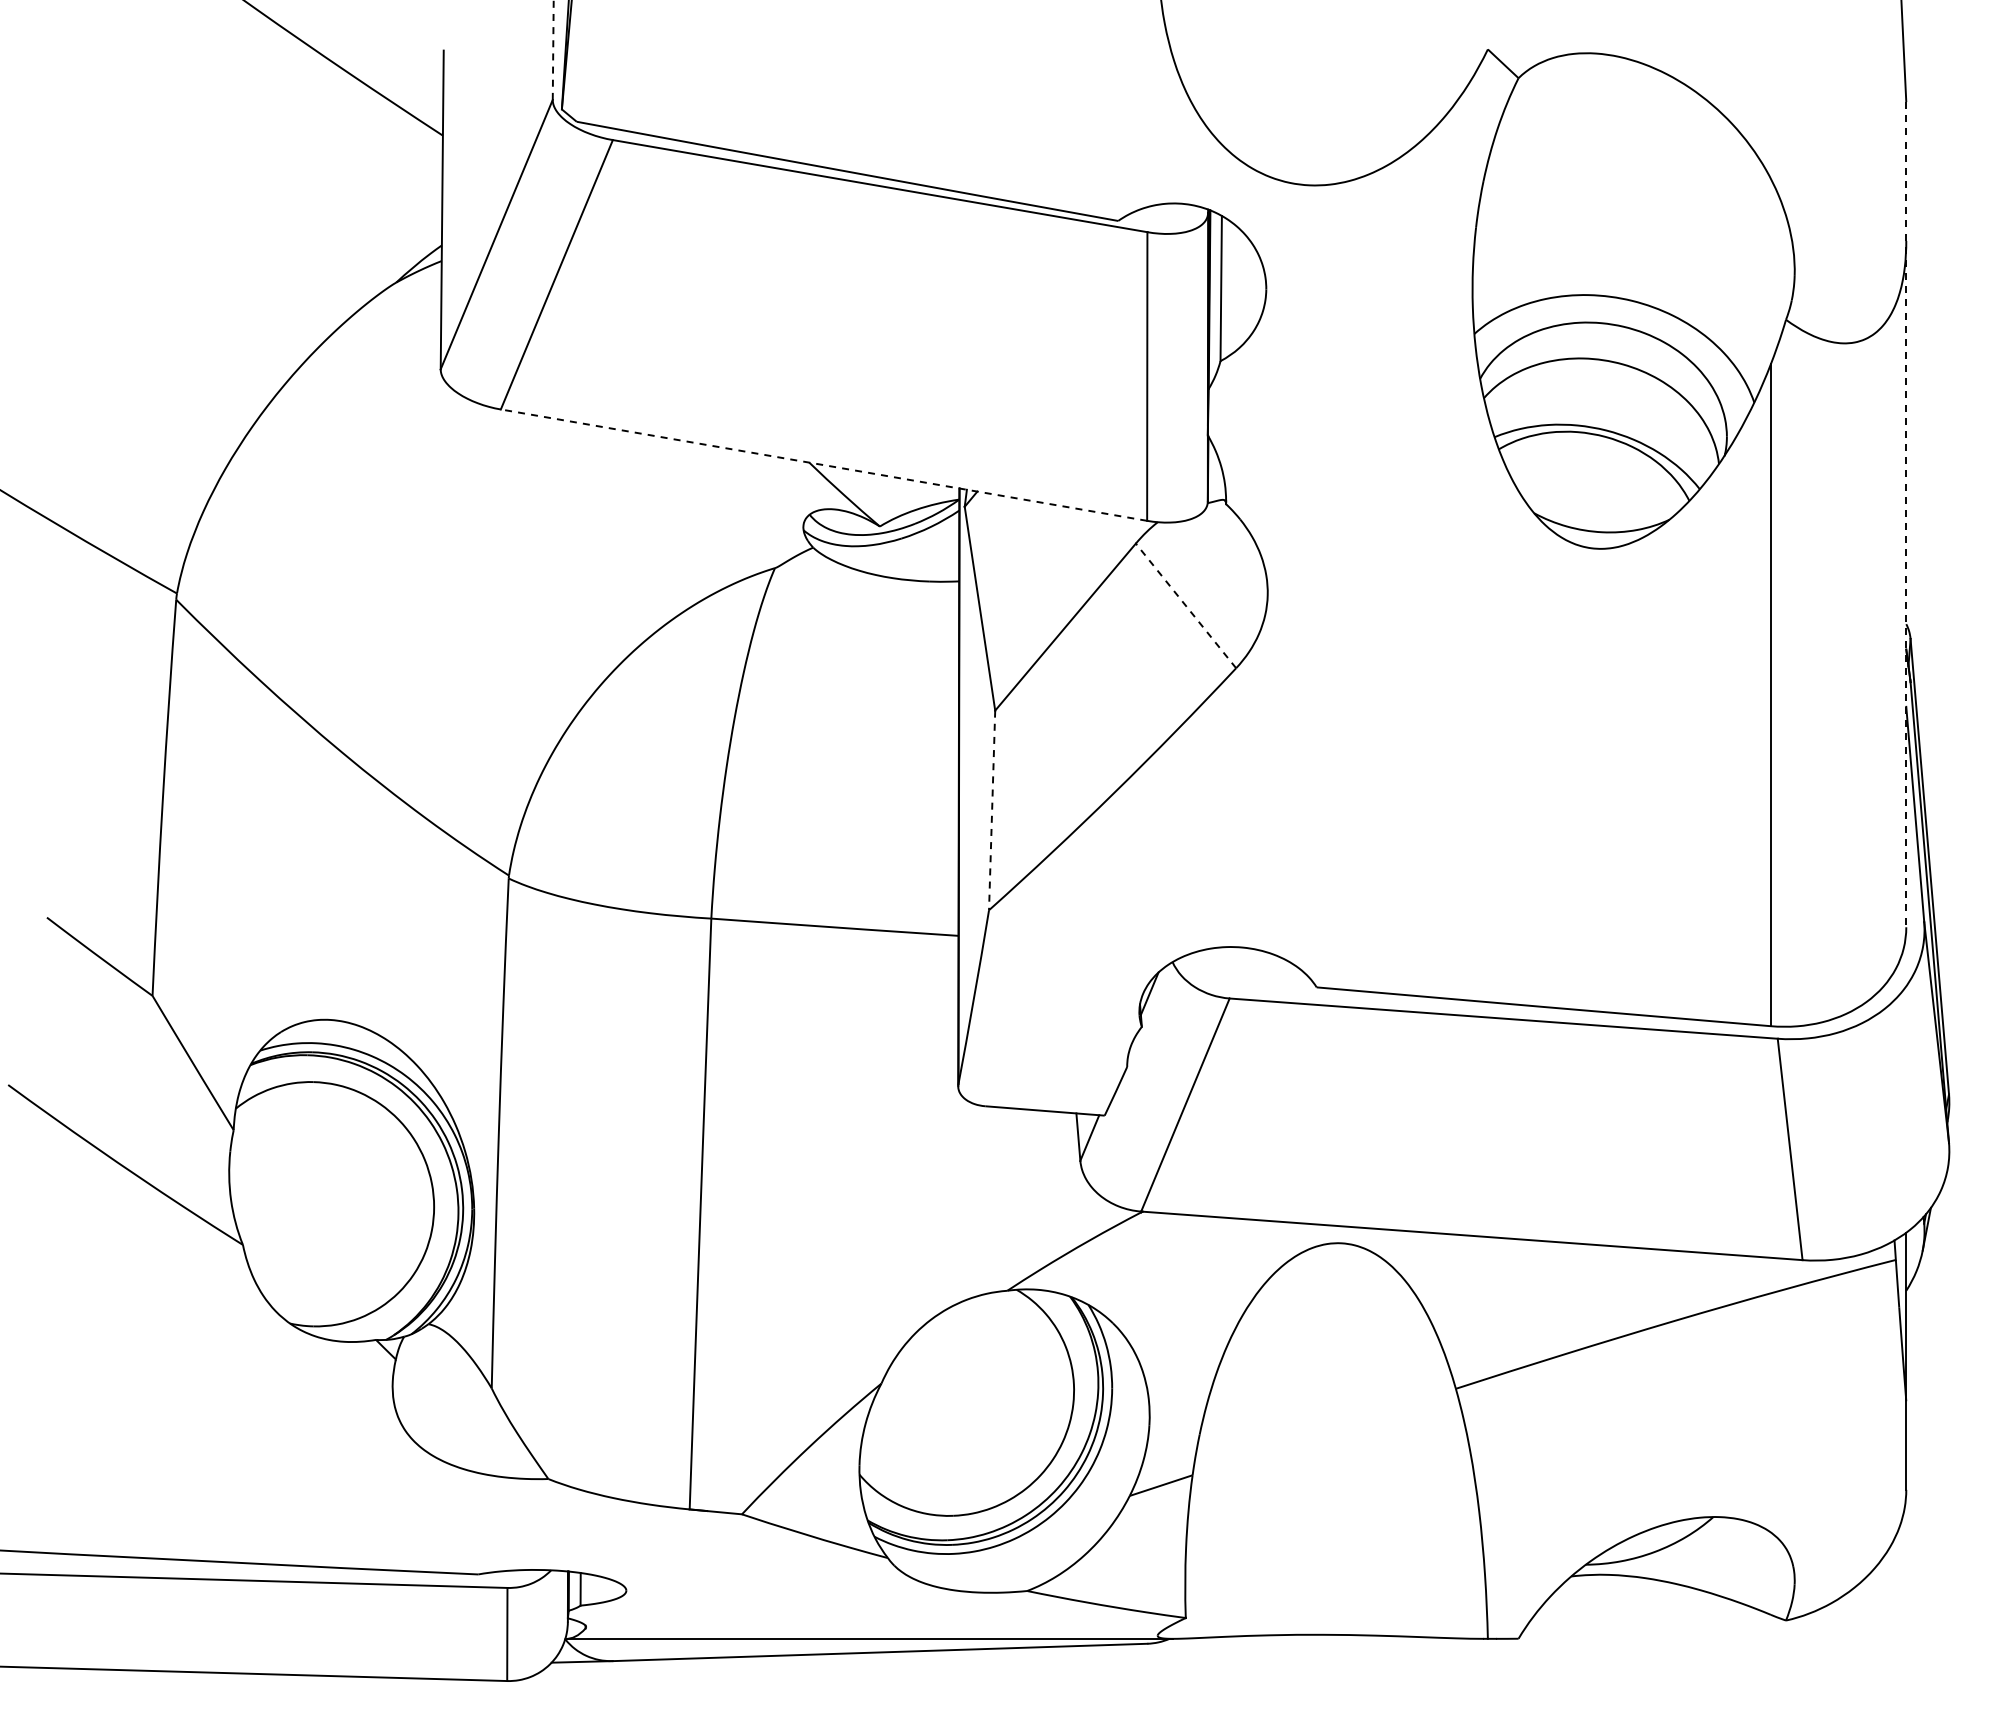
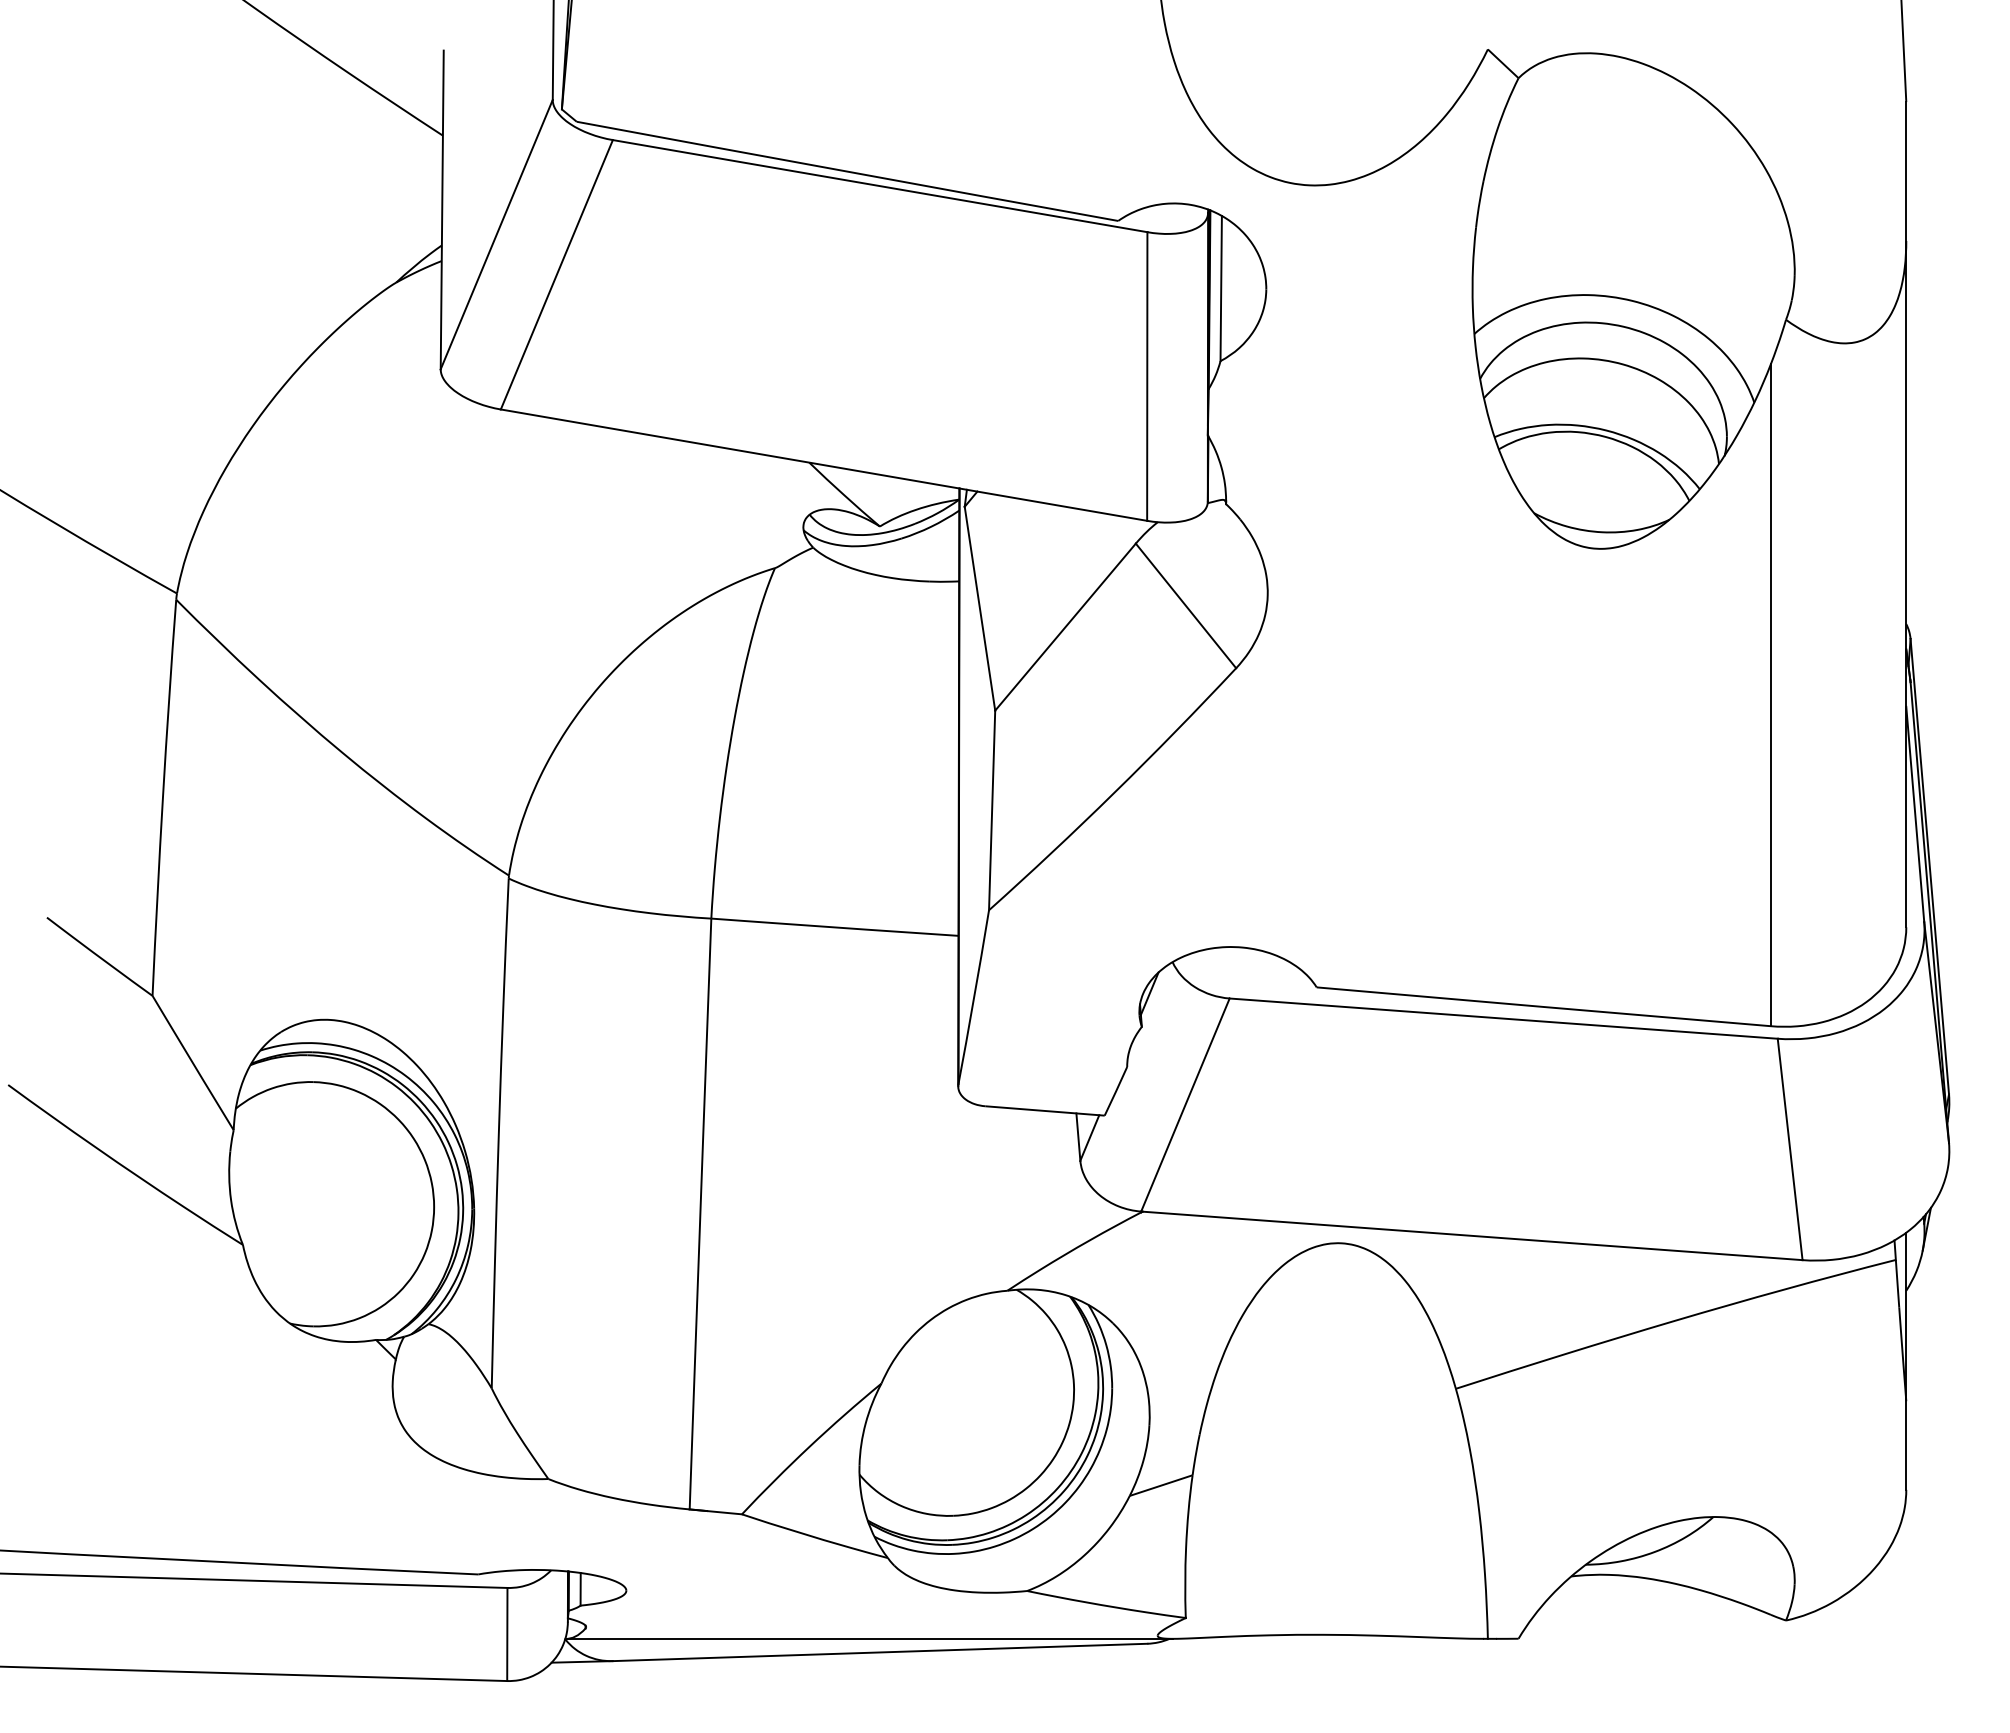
line at (553, 49): dashed -> solid
line at (824, 465): dashed -> solid
line at (1906, 514): dashed -> solid
line at (1186, 605): dashed -> solid
line at (992, 810): dashed -> solid
